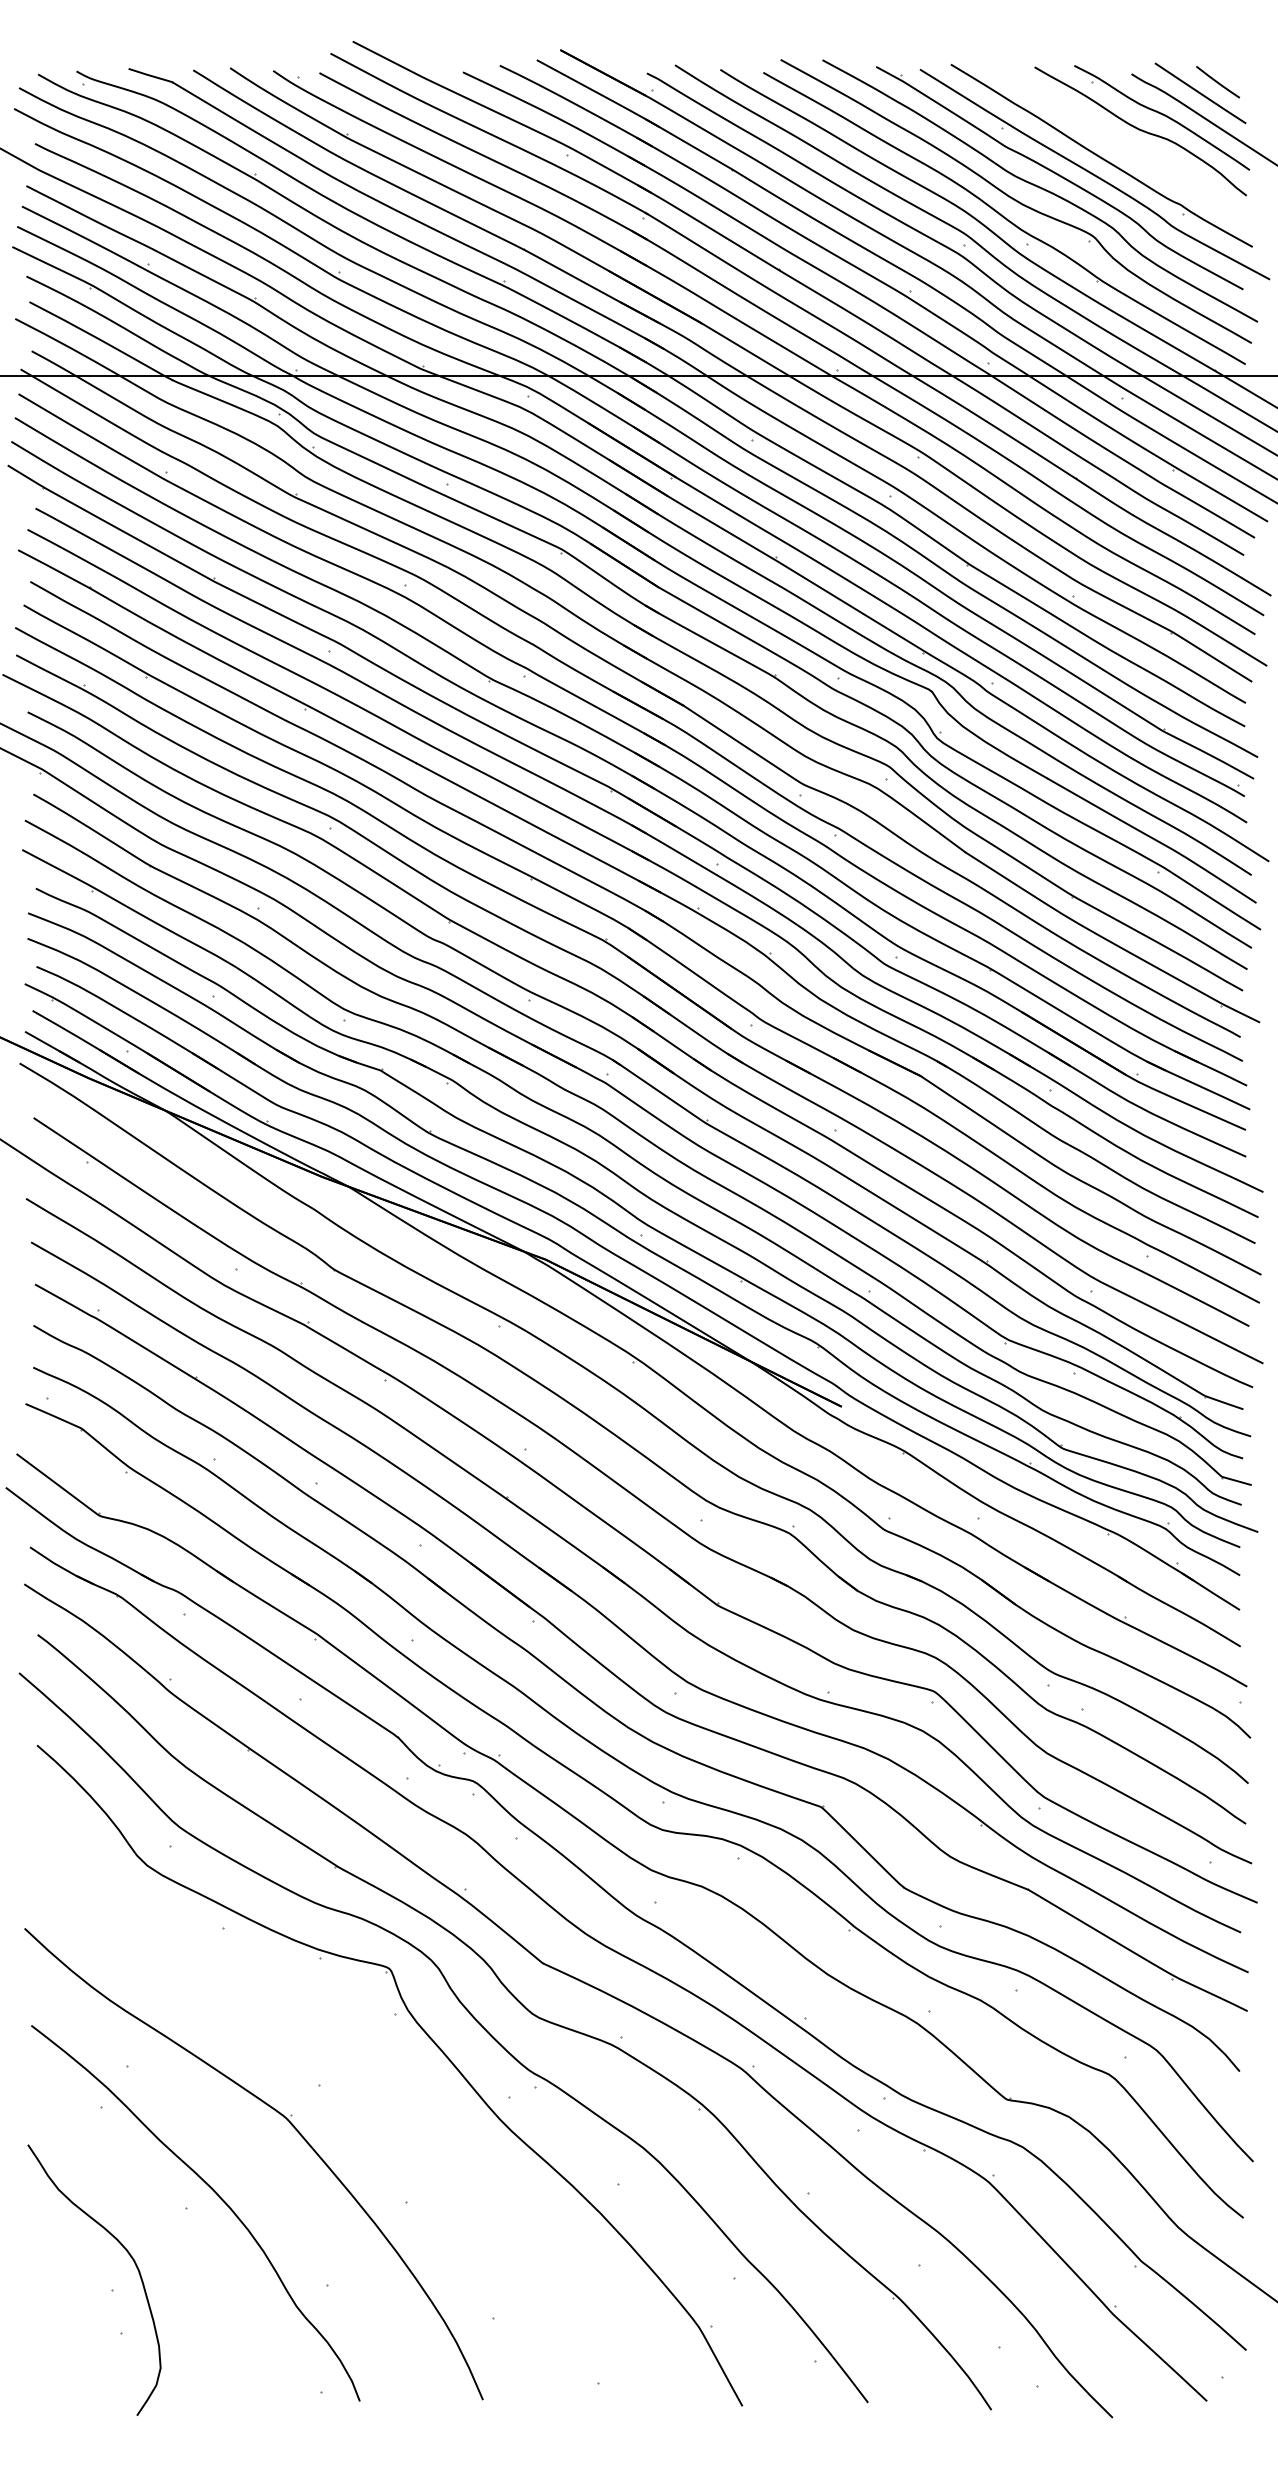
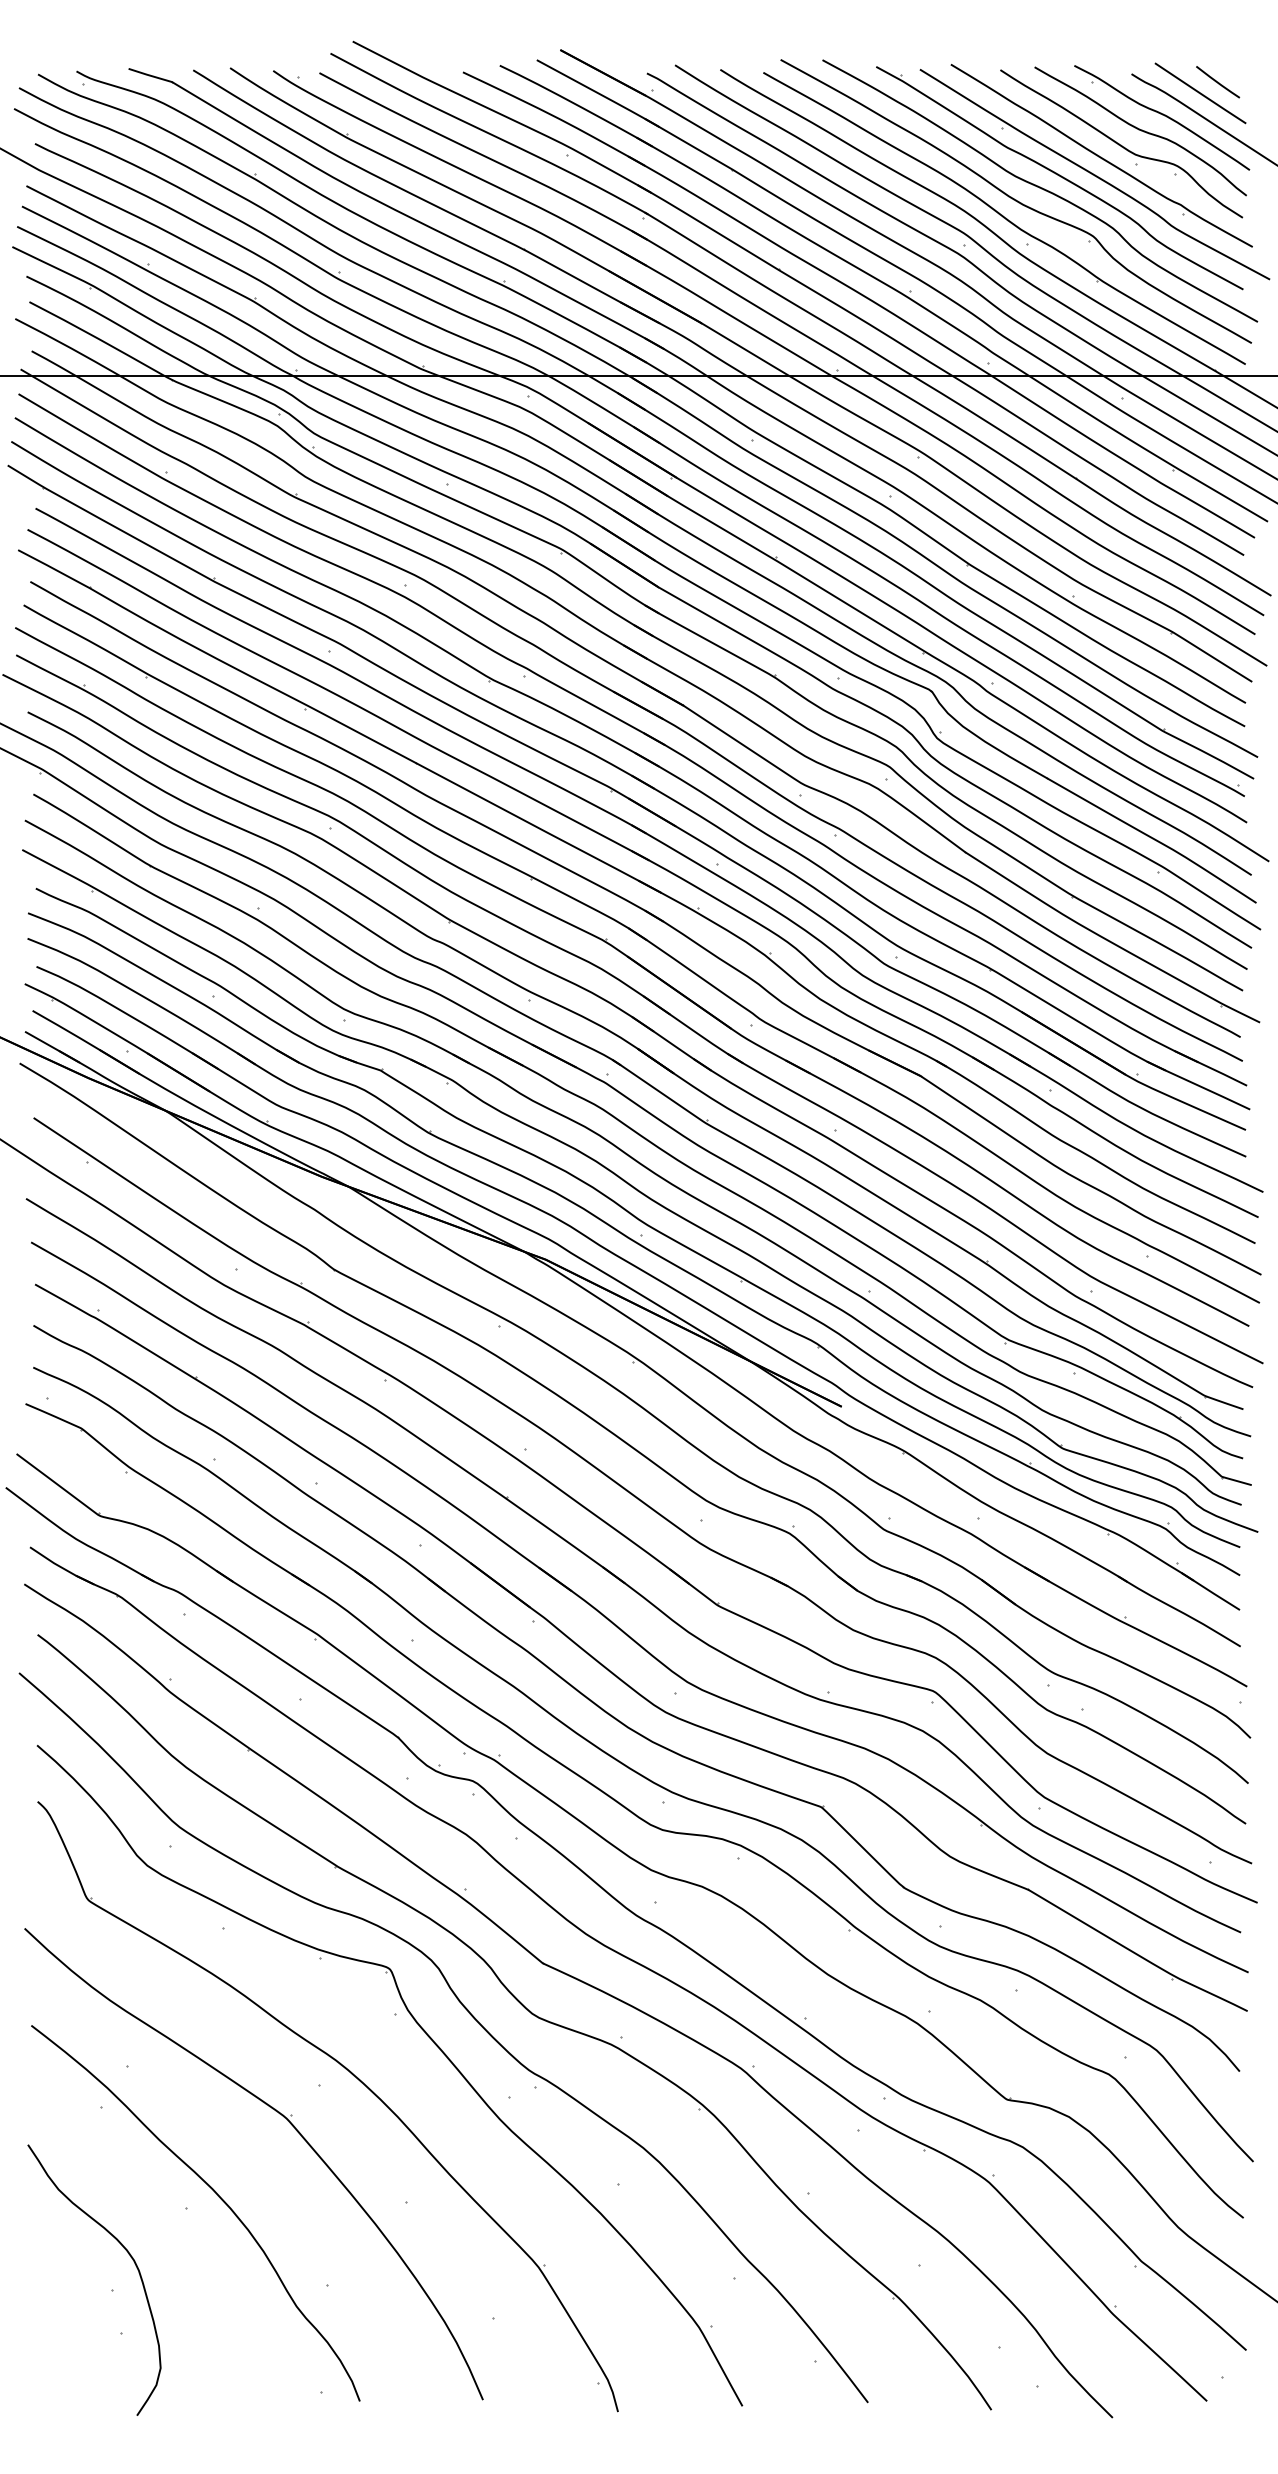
part at (1121, 143): none -> present
part at (353, 2076): none -> present
